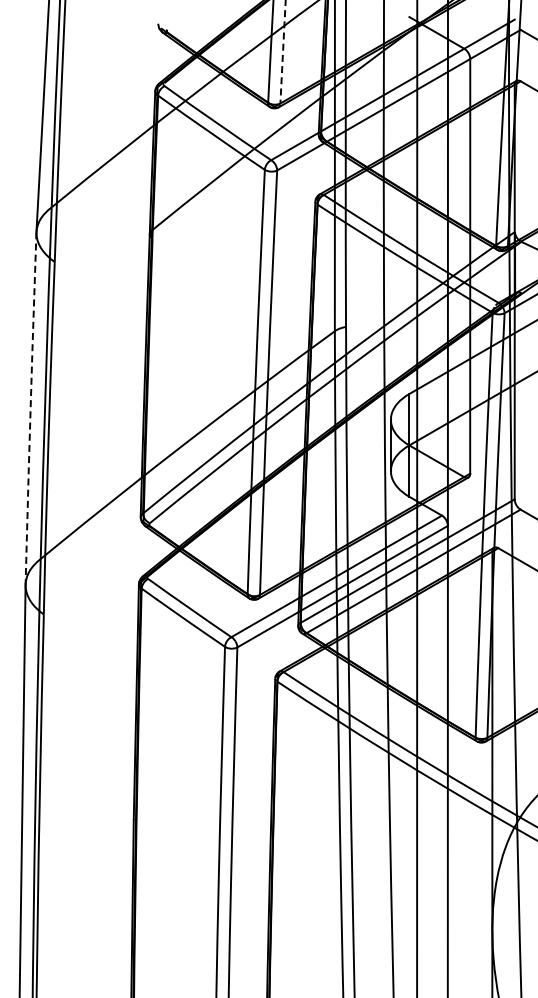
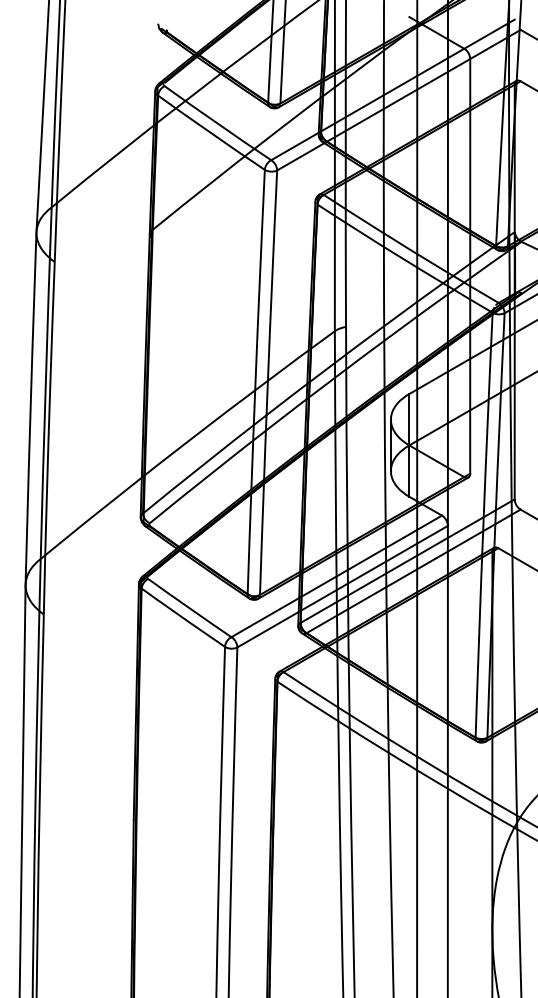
arc at (283, 51): dashed -> solid
line at (30, 408): dashed -> solid
